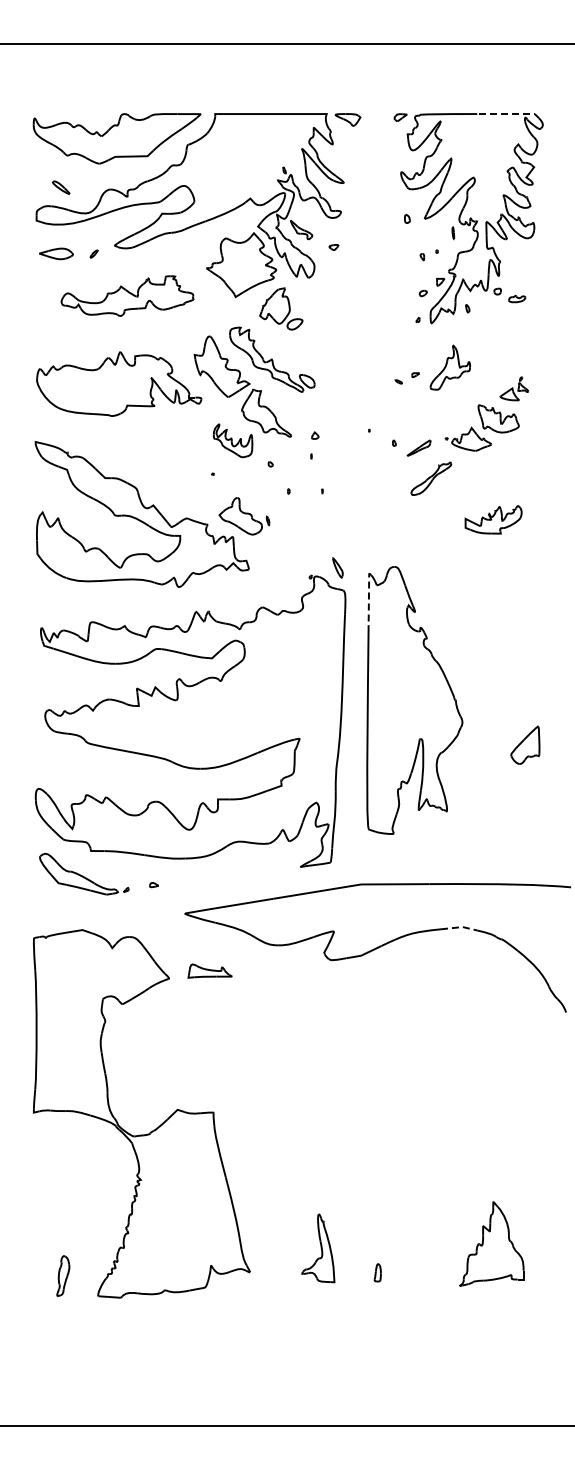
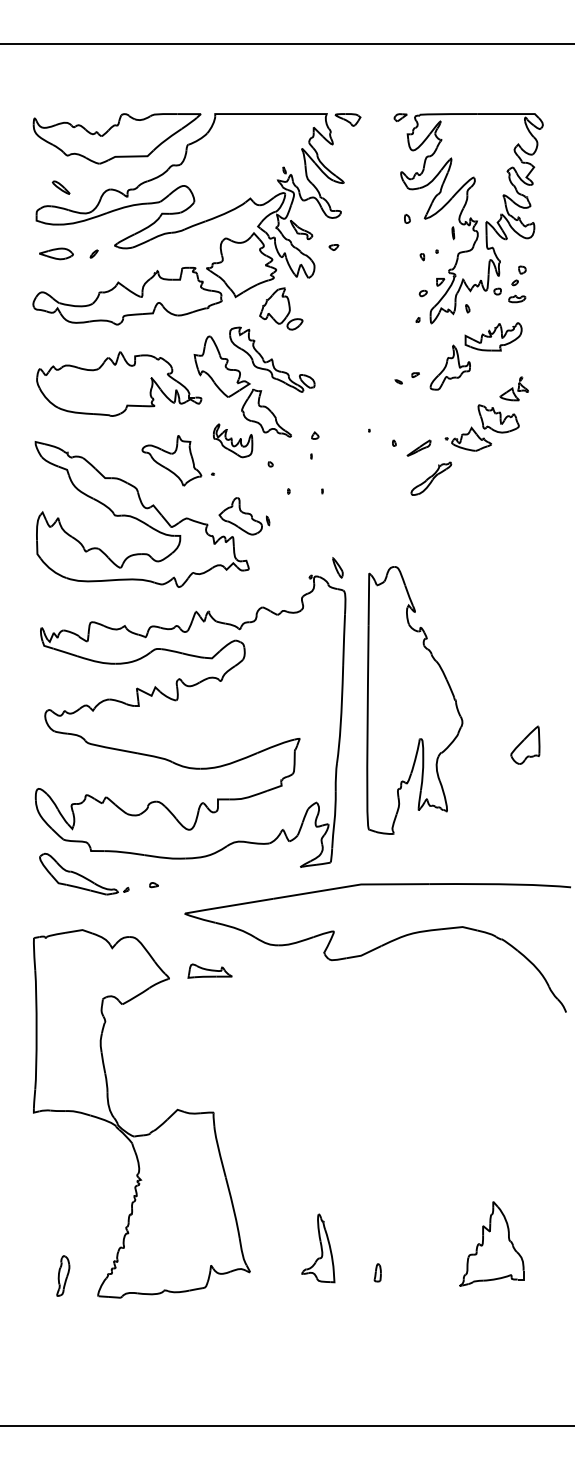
line at (509, 114): dashed -> solid
part at (518, 275): none -> present
part at (127, 295) size: 135x42 px -> 191x60 px
part at (171, 460): none -> present
part at (493, 519) position: (493, 519) -> (493, 336)
line at (368, 597): dashed -> solid
line at (460, 927): dashed -> solid
